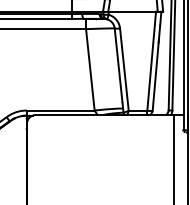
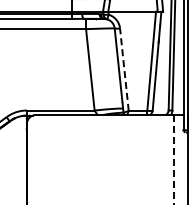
line at (124, 69): solid -> dashed
line at (173, 159): solid -> dashed
